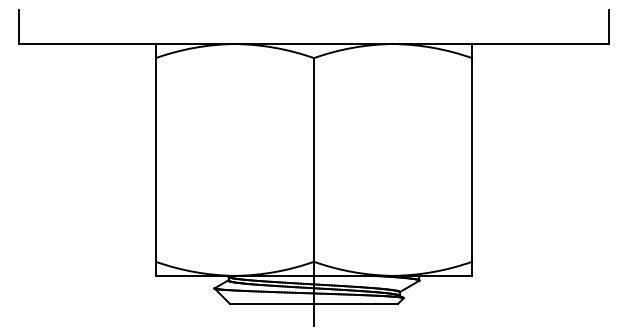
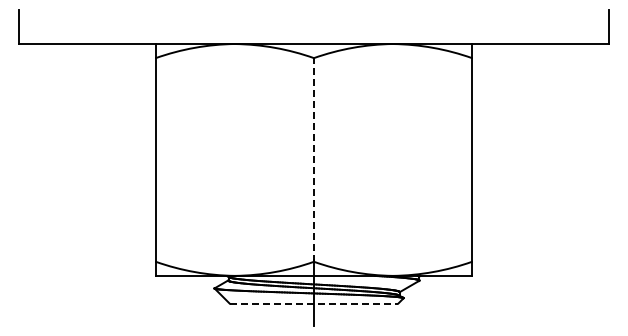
line at (314, 159): solid -> dashed
line at (314, 303): solid -> dashed
